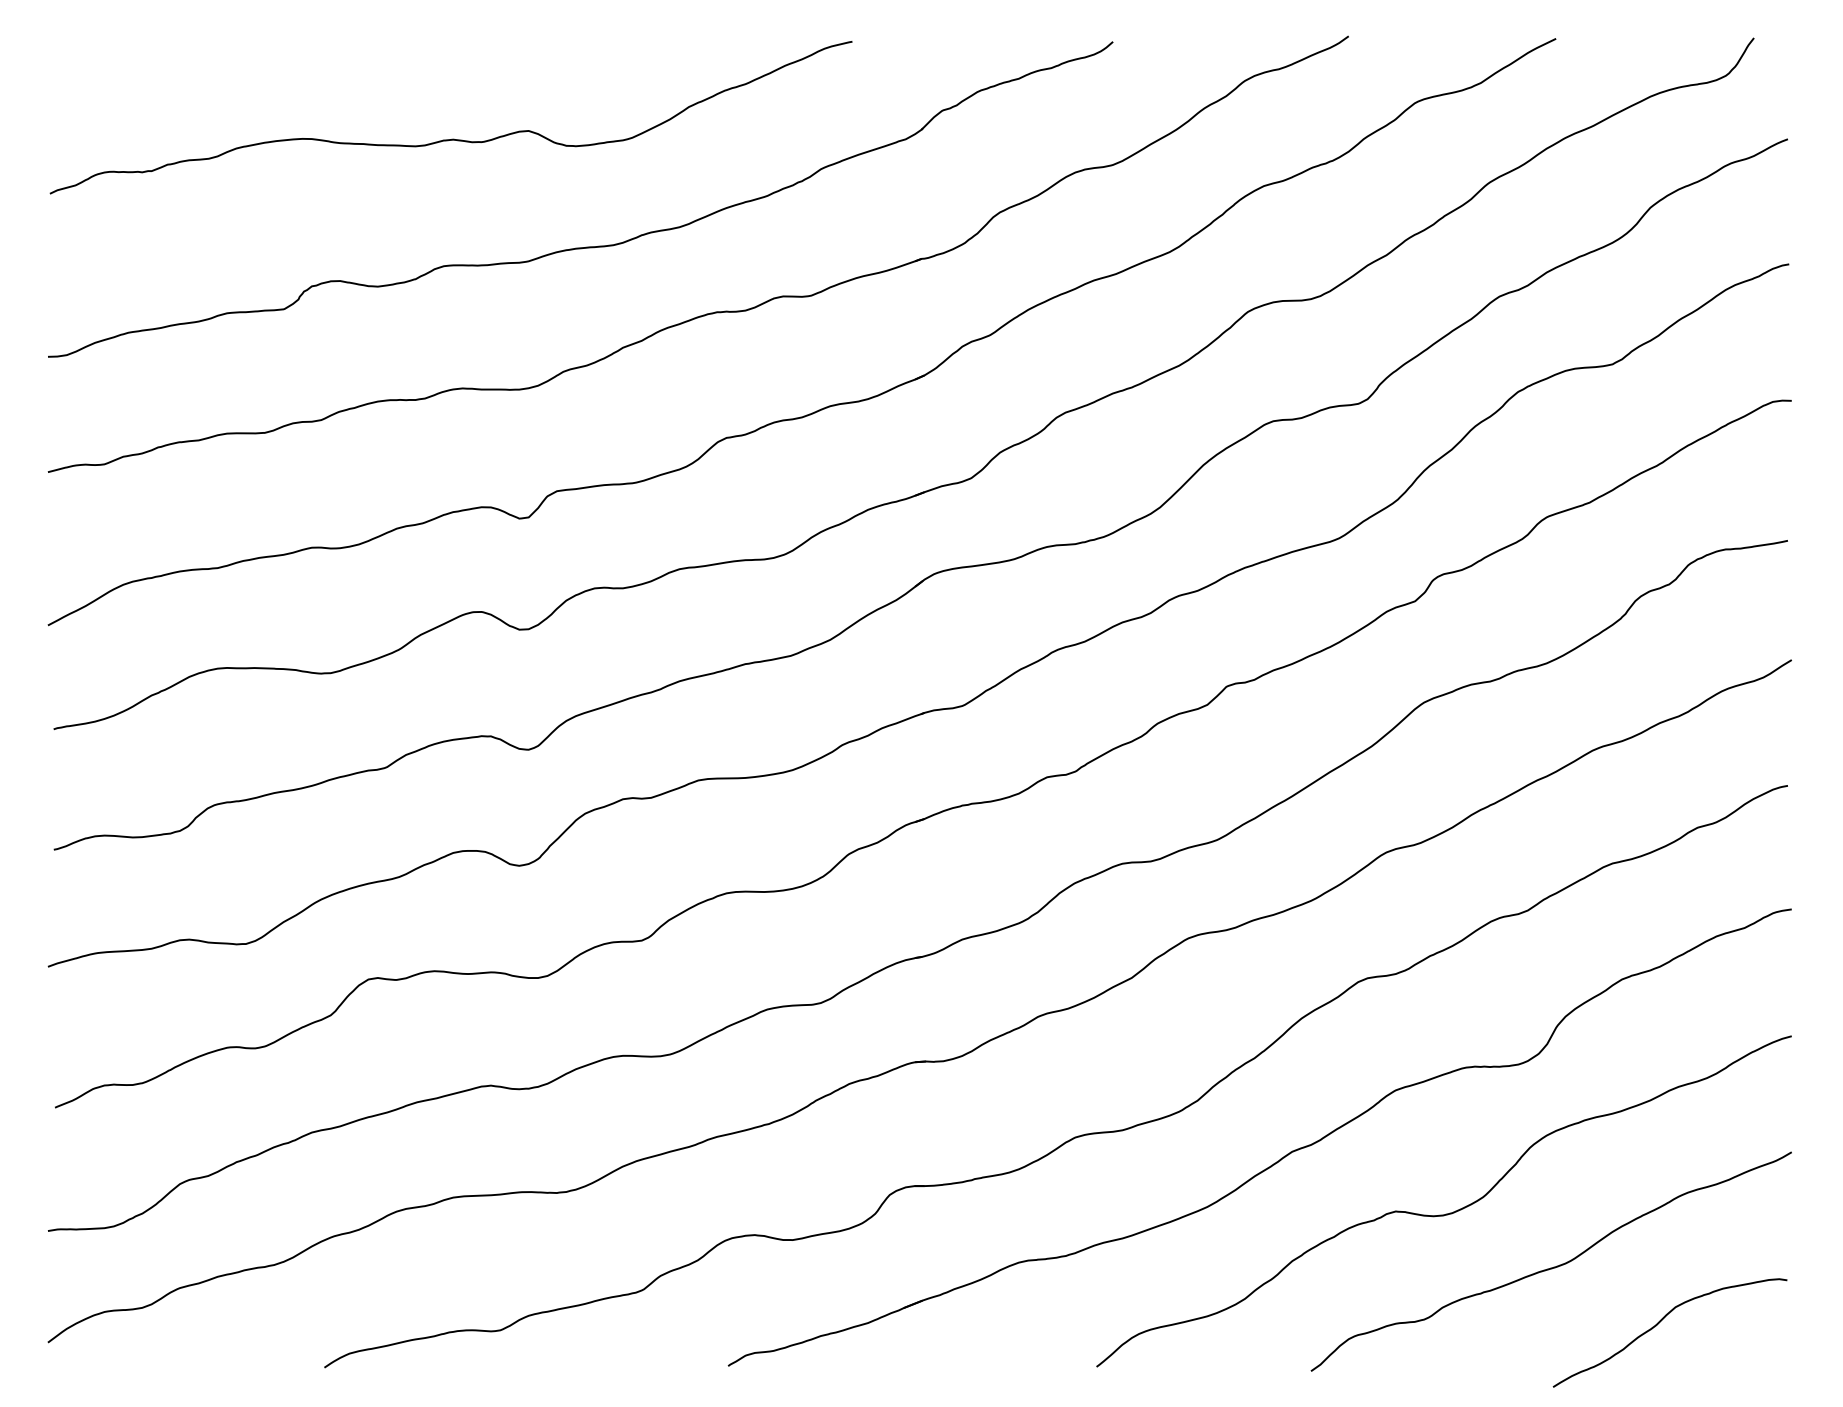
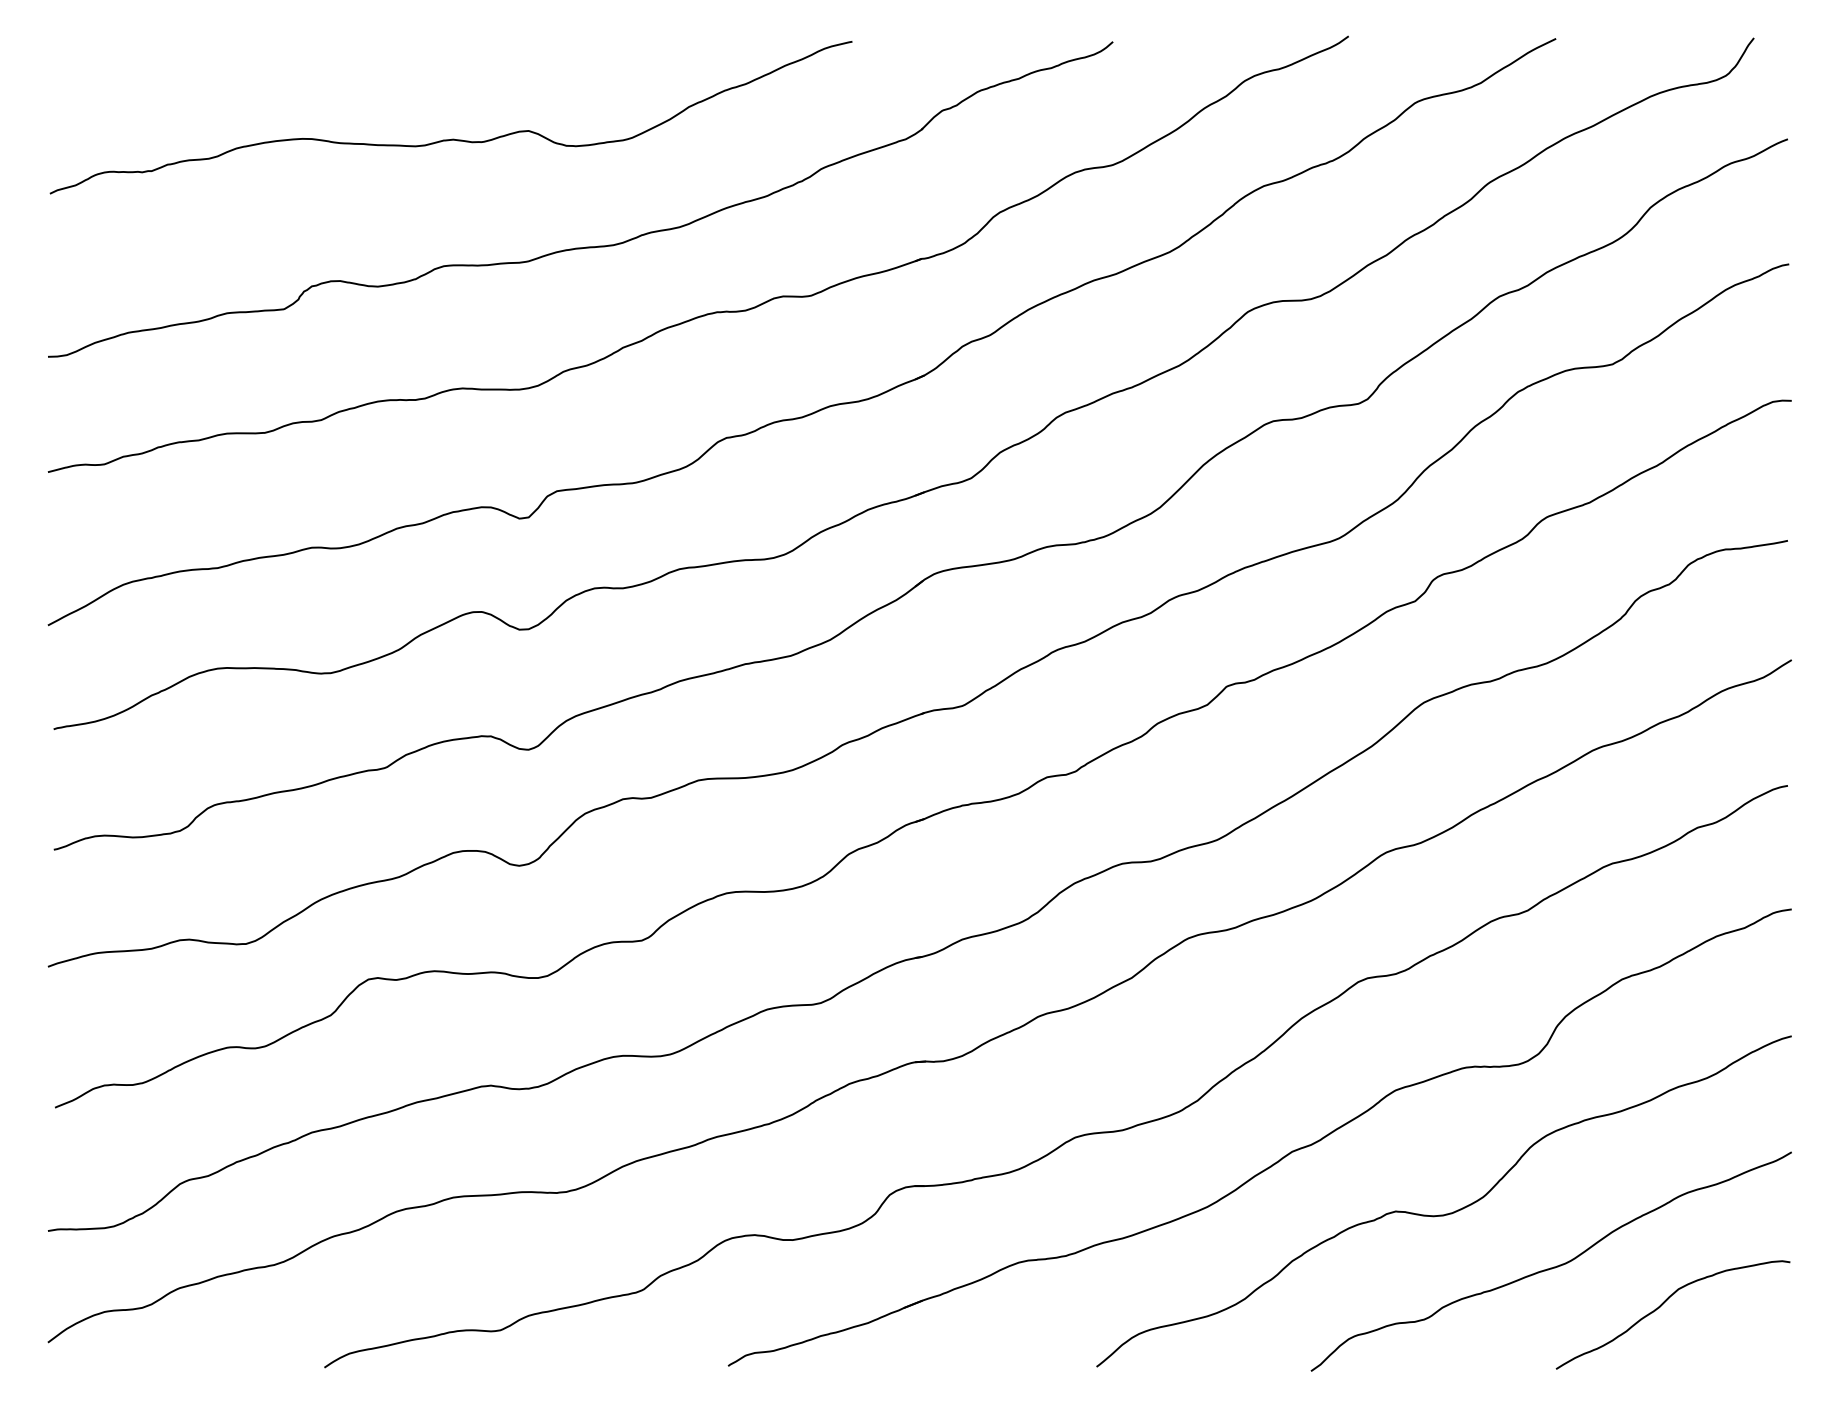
curve at (1660, 1322) position: (1660, 1322) -> (1663, 1304)
